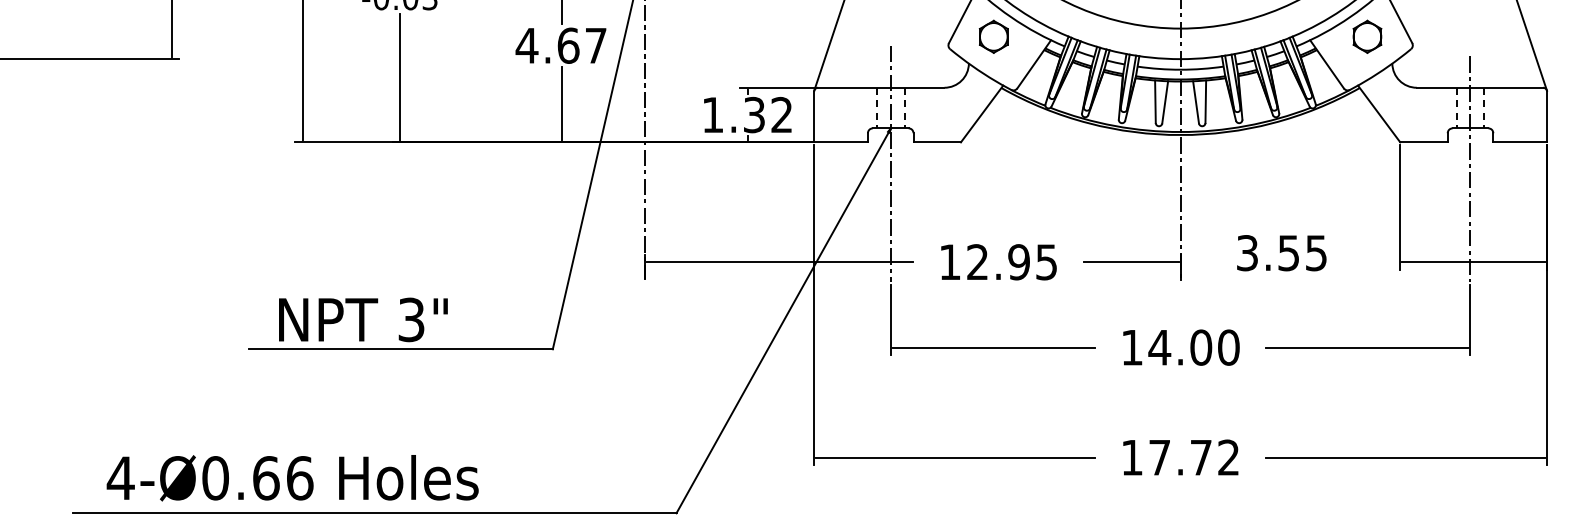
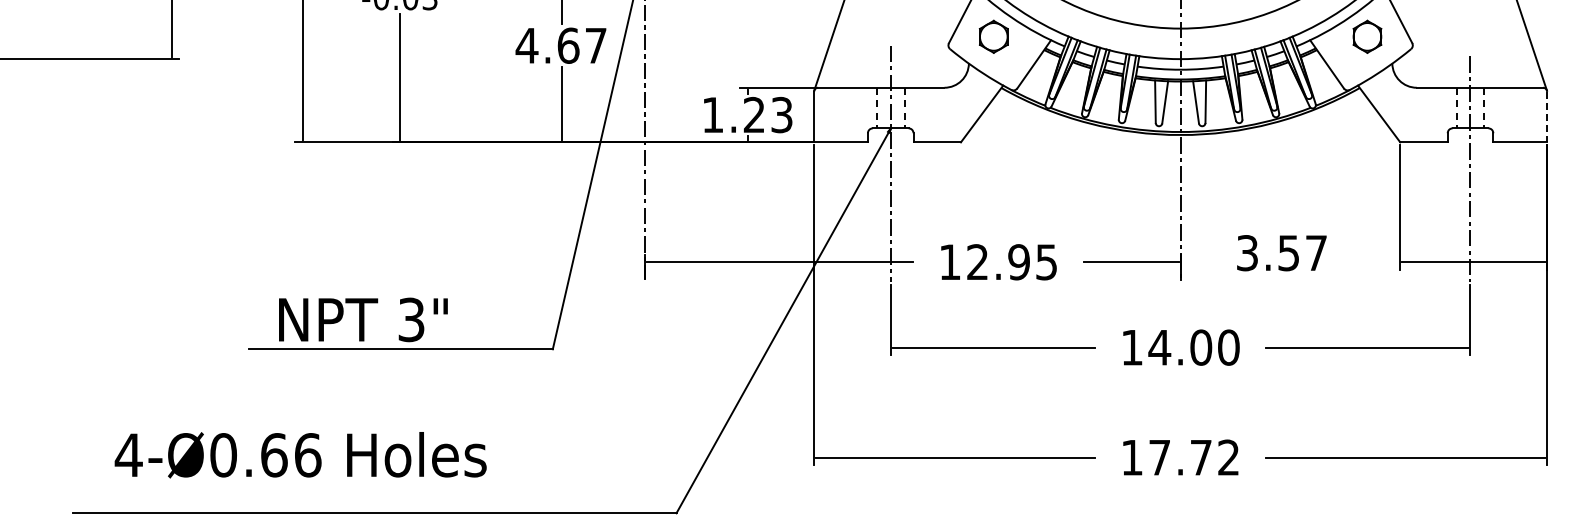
text at (767, 115): 1.32 -> 1.23
line at (1547, 117): solid -> dashed
text at (1316, 253): 3.55 -> 3.57
text at (292, 478) position: (292, 478) -> (300, 455)
